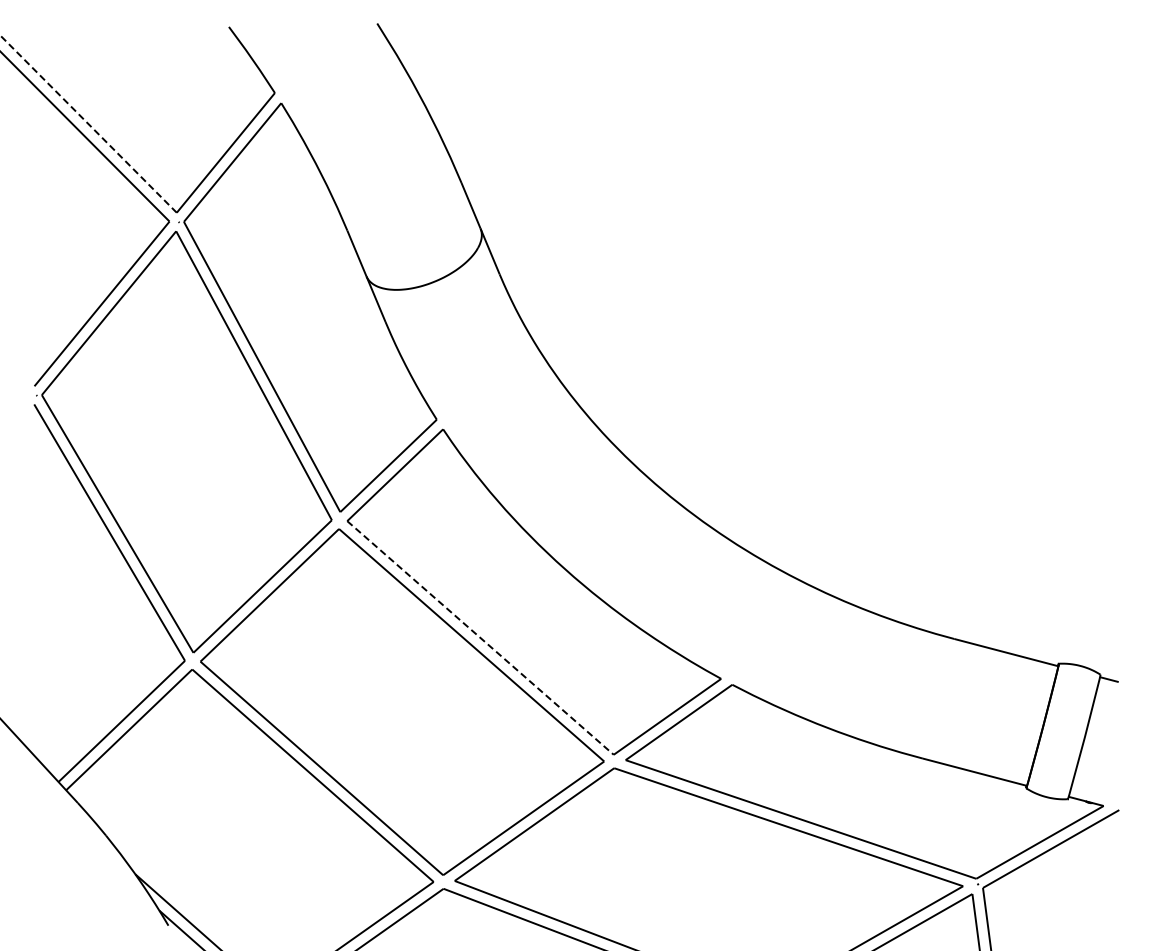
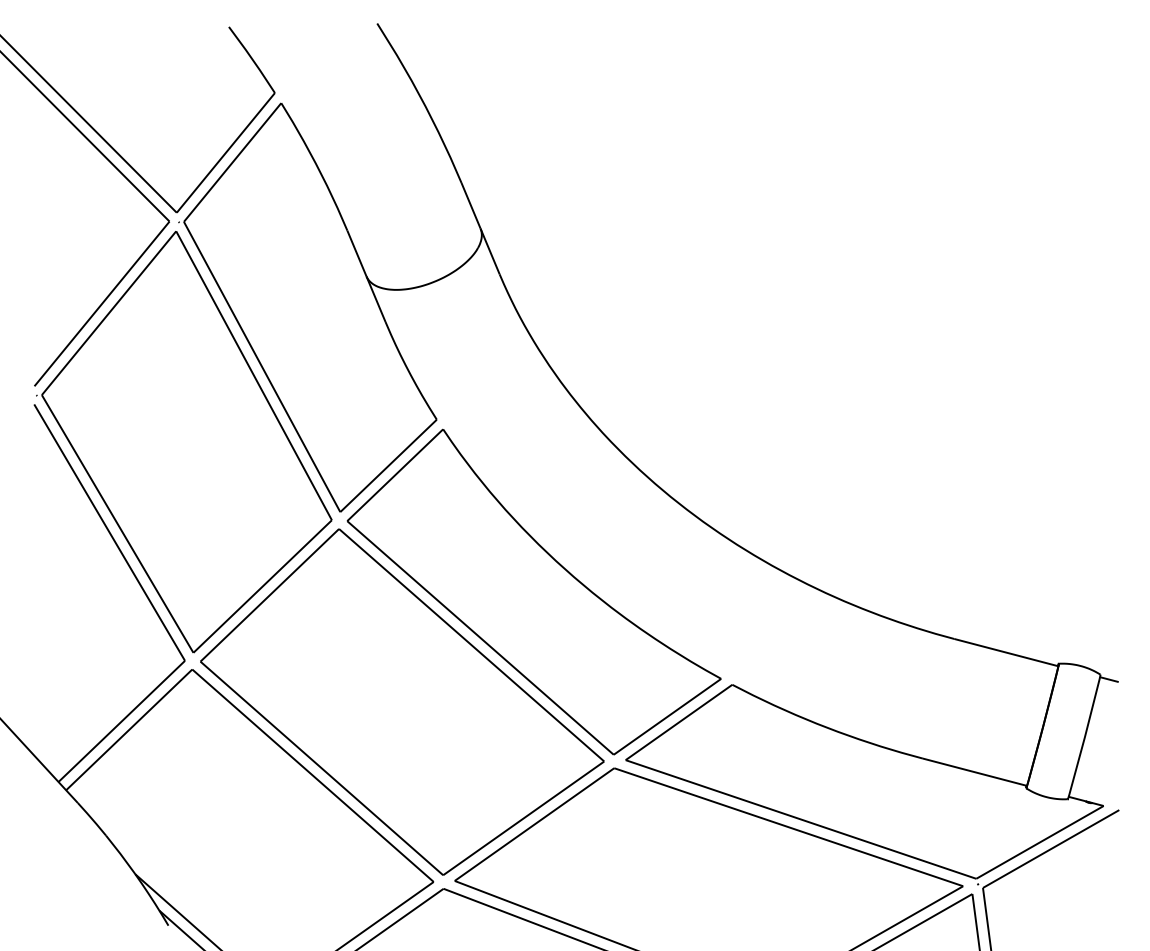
line at (88, 124): dashed -> solid
line at (480, 638): dashed -> solid
